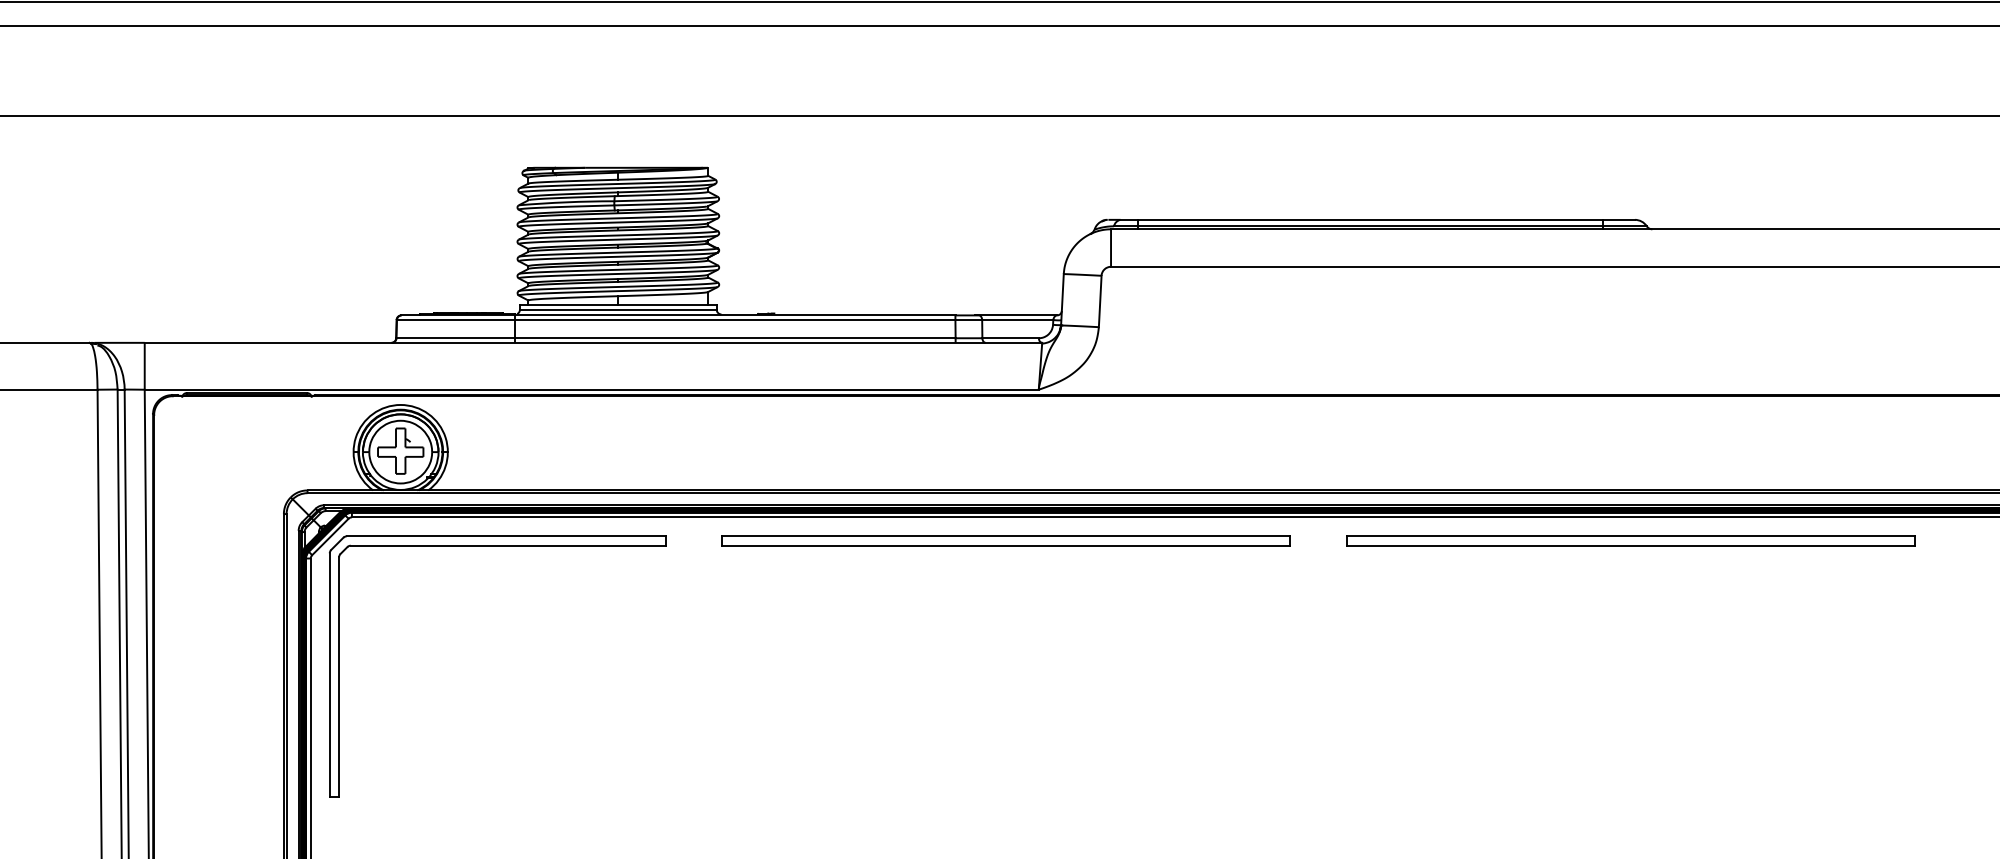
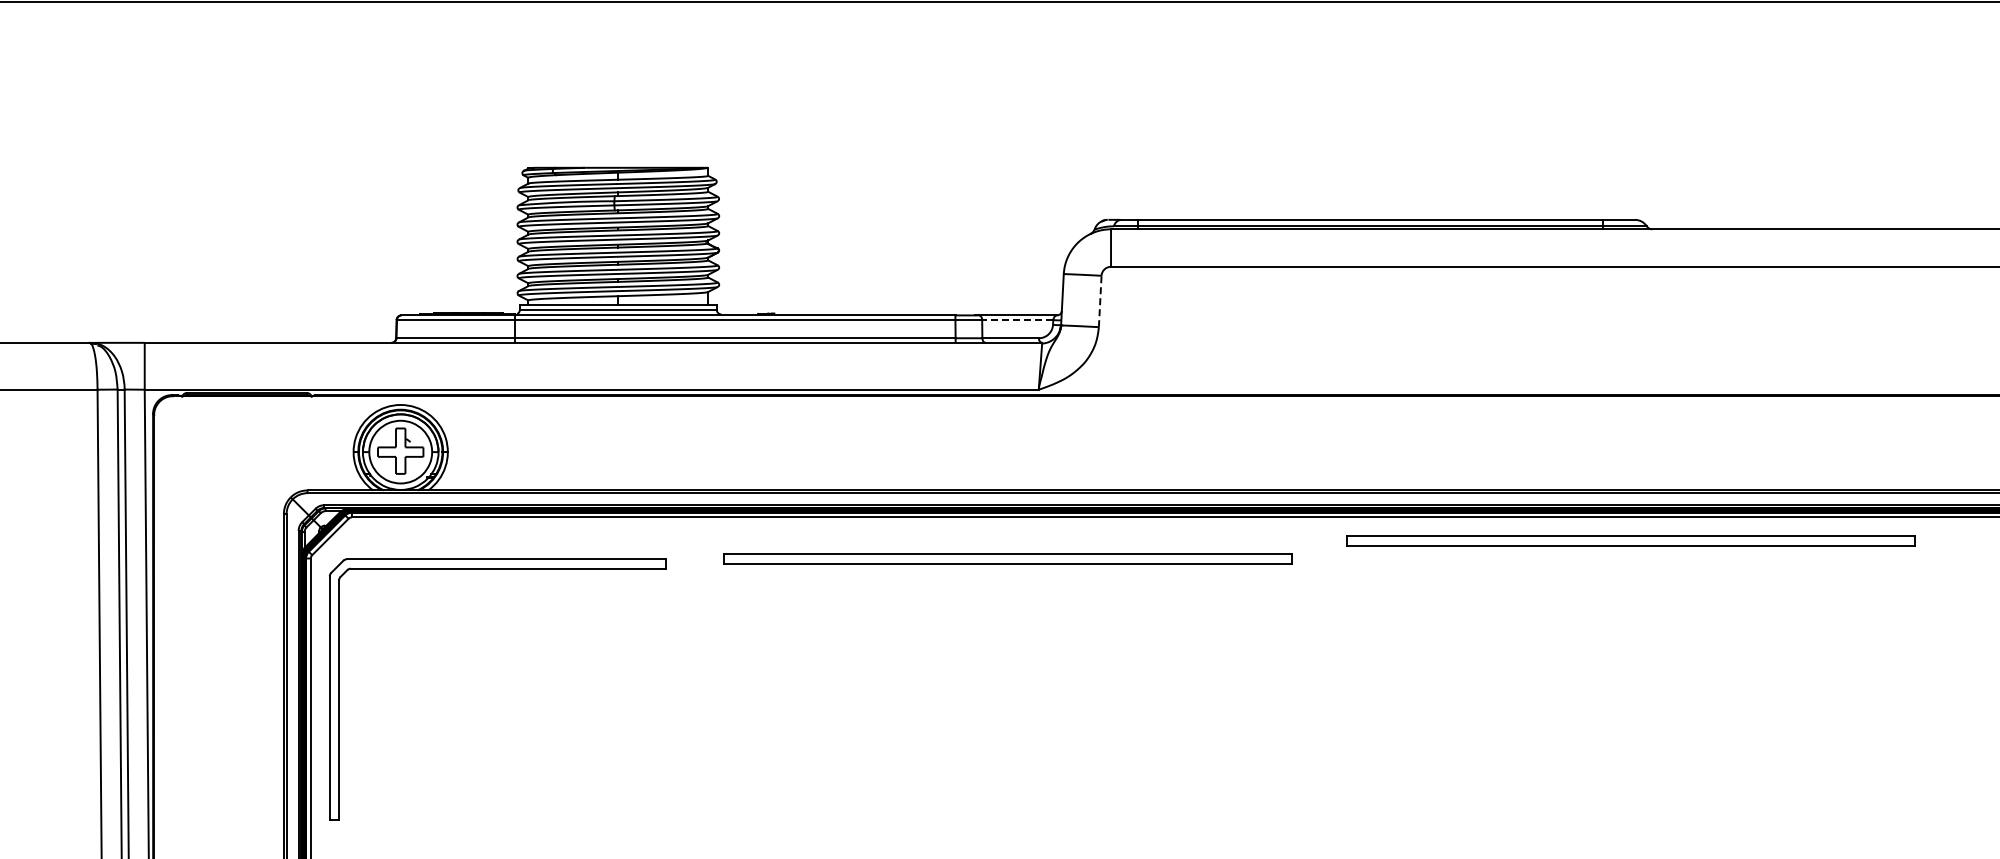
line at (999, 25): present -> none
line at (999, 115): present -> none
line at (1100, 301): solid -> dashed
line at (1017, 320): solid -> dashed
part at (1005, 540) position: (1005, 540) -> (1007, 558)
part at (497, 546) position: (497, 546) -> (497, 569)
